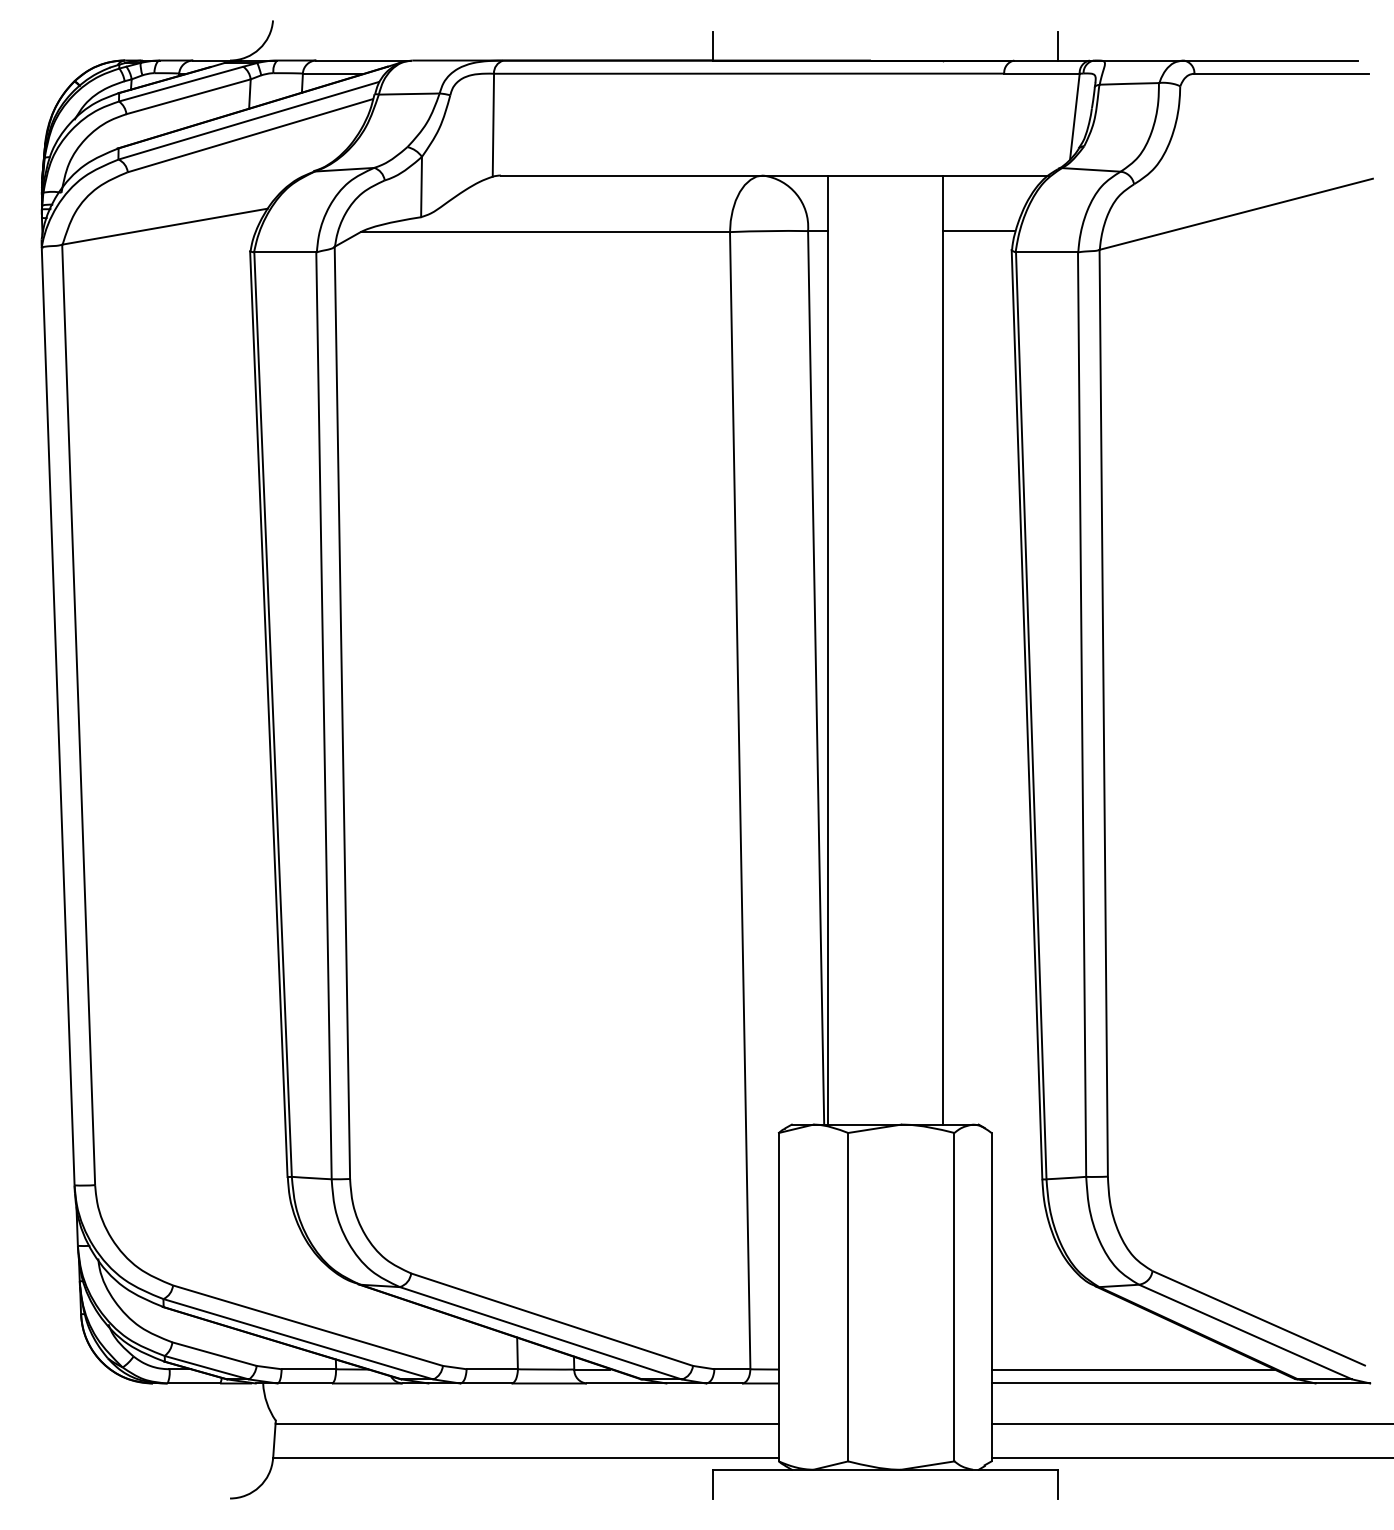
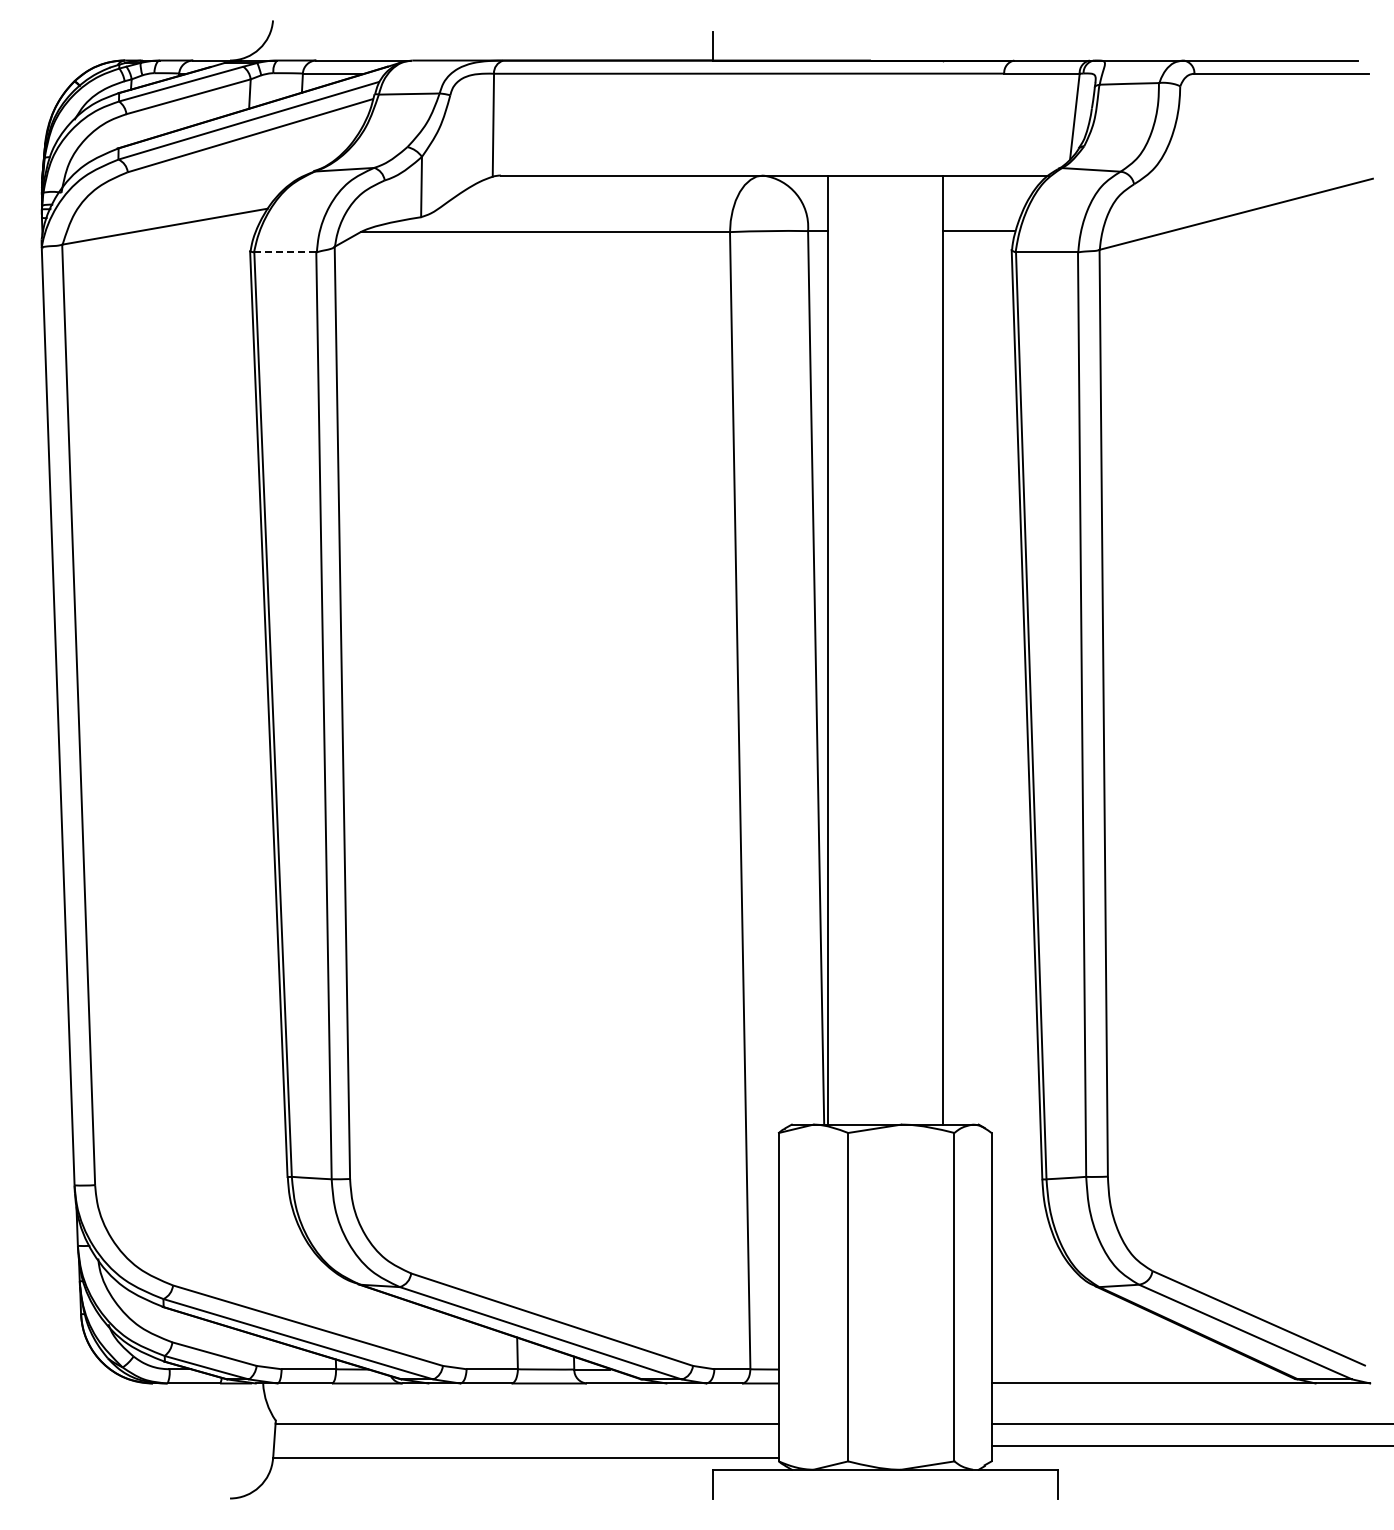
line at (1057, 45): present -> none
line at (285, 252): solid -> dashed
line at (1132, 1369): present -> none
line at (1190, 1458) position: (1190, 1458) -> (1190, 1446)
